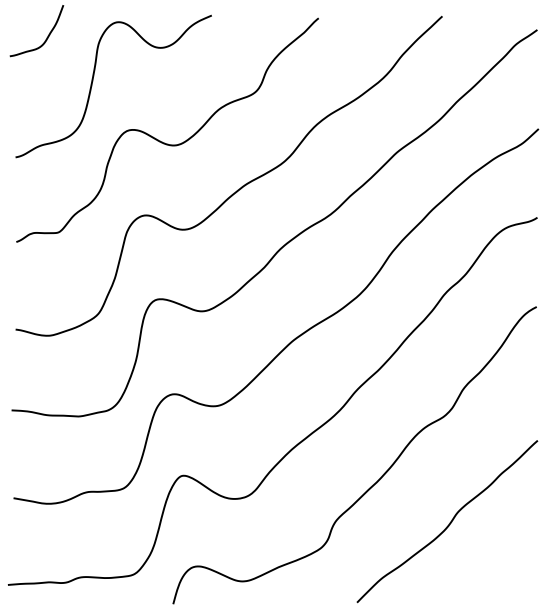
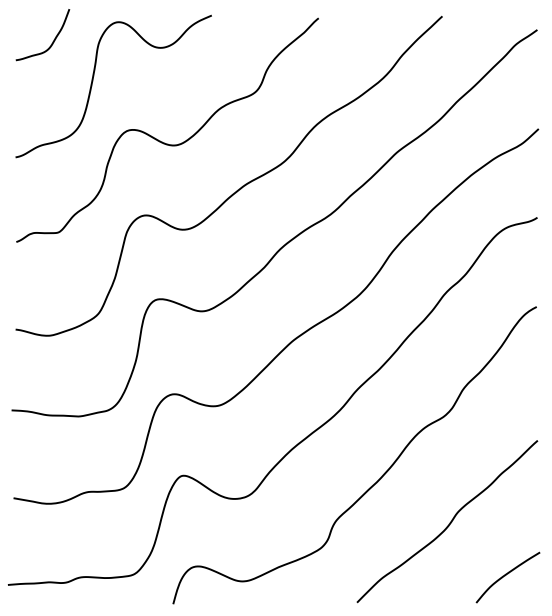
curve at (46, 37) position: (46, 37) -> (52, 41)
curve at (506, 575): none -> present
